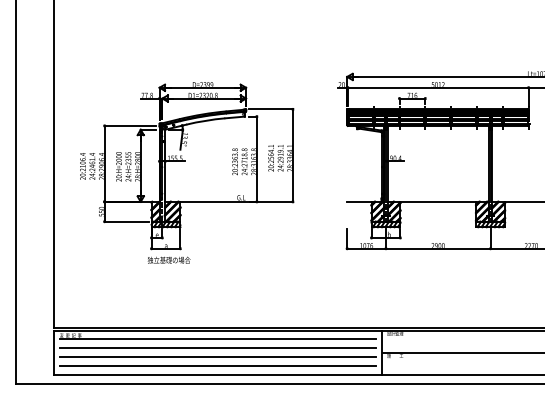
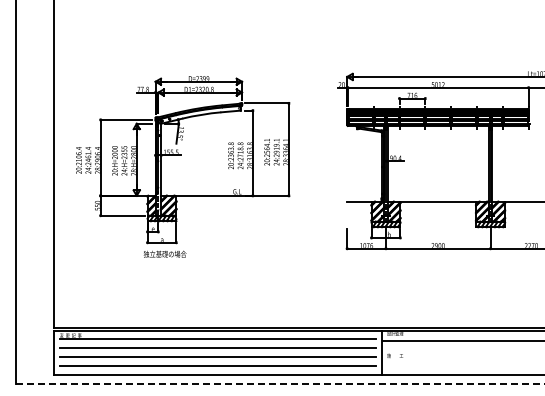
part at (187, 172) position: (187, 172) -> (183, 166)
line at (462, 352) position: (462, 352) -> (462, 340)
line at (280, 384): solid -> dashed
